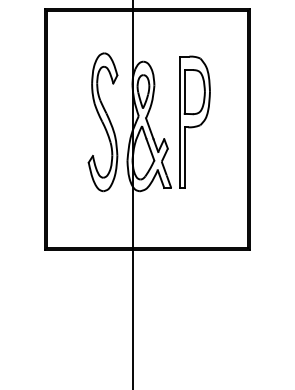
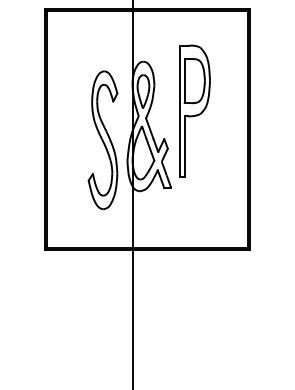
part at (194, 121) position: (194, 121) -> (194, 110)
part at (102, 122) position: (102, 122) -> (102, 140)
